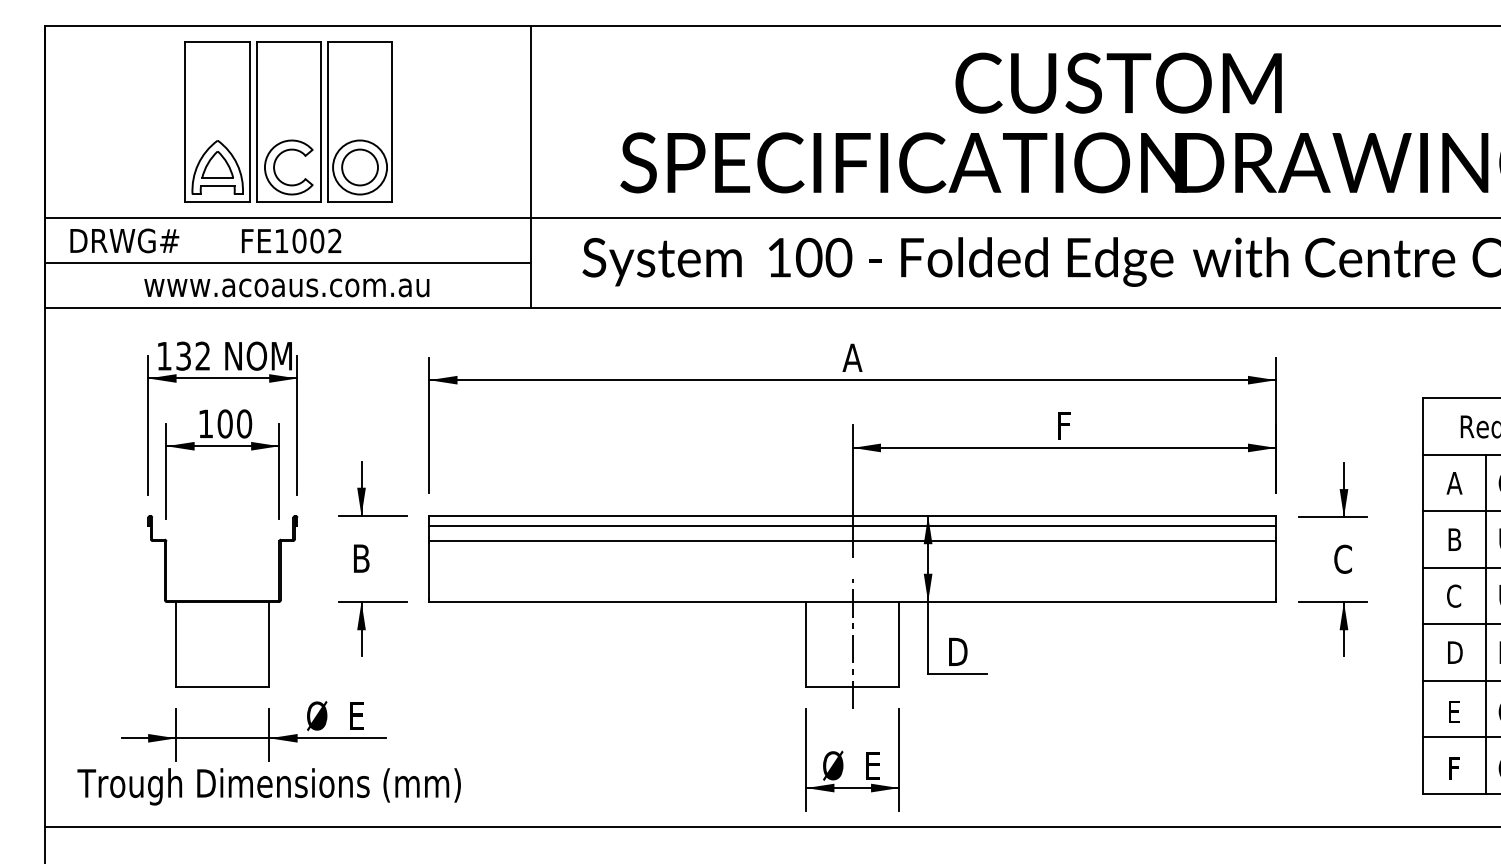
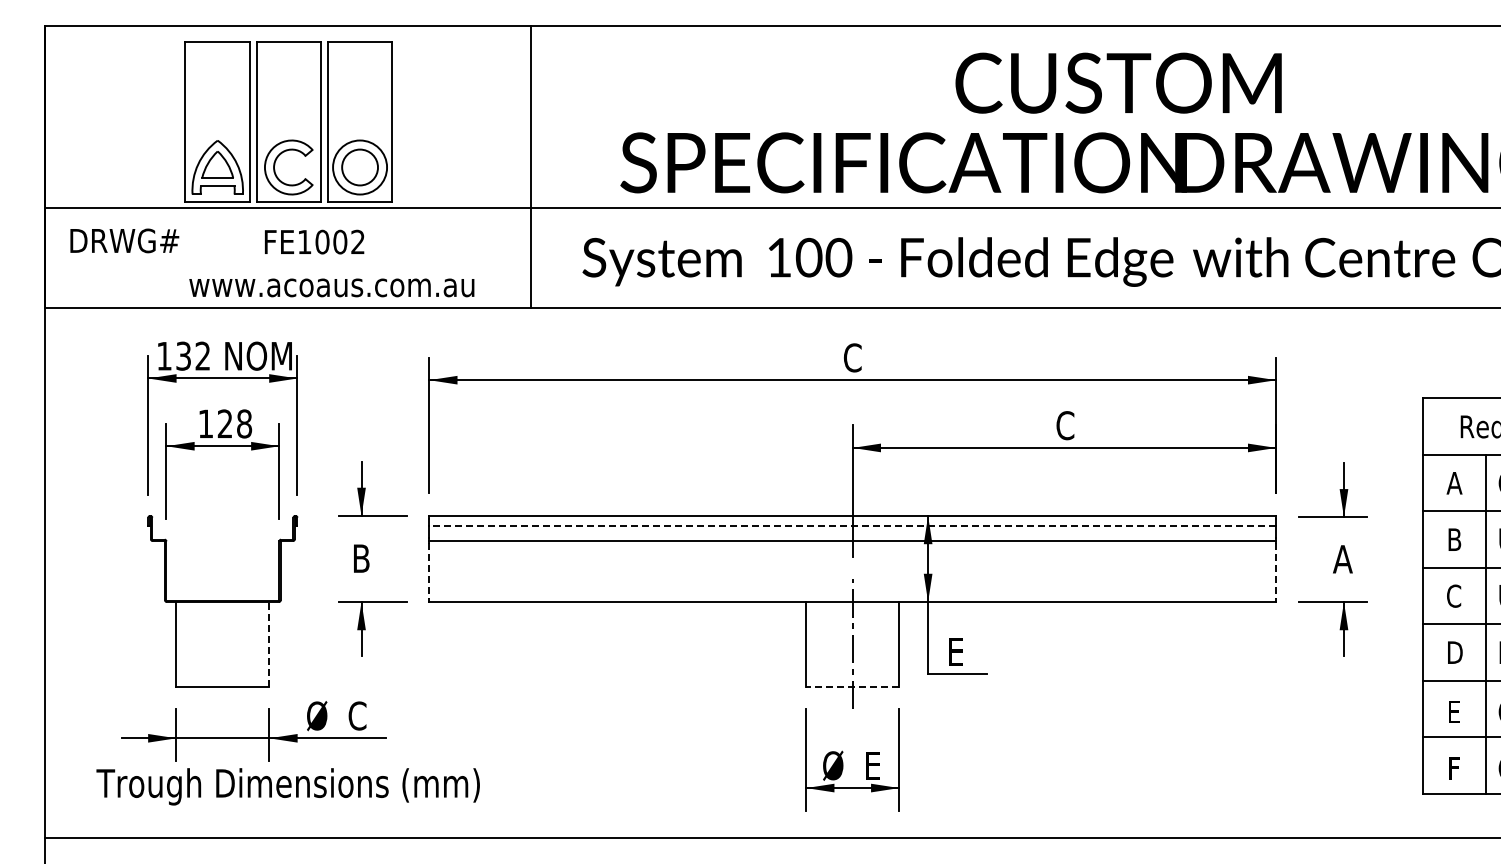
line at (771, 217) position: (771, 217) -> (771, 207)
text at (291, 240) position: (291, 240) -> (314, 241)
line at (287, 262): present -> none
text at (286, 287) position: (286, 287) -> (331, 287)
text at (852, 357): A -> C
text at (234, 423): 100 -> 128
text at (1065, 425): F -> C
line at (852, 526): solid -> dashed
text at (1342, 558): C -> A
line at (429, 570): solid -> dashed
line at (1276, 570): solid -> dashed
line at (269, 643): solid -> dashed
text at (958, 651): D -> E
line at (852, 686): solid -> dashed
text at (357, 715): E -> C
text at (268, 786) position: (268, 786) -> (287, 786)
line at (771, 827) position: (771, 827) -> (771, 838)
